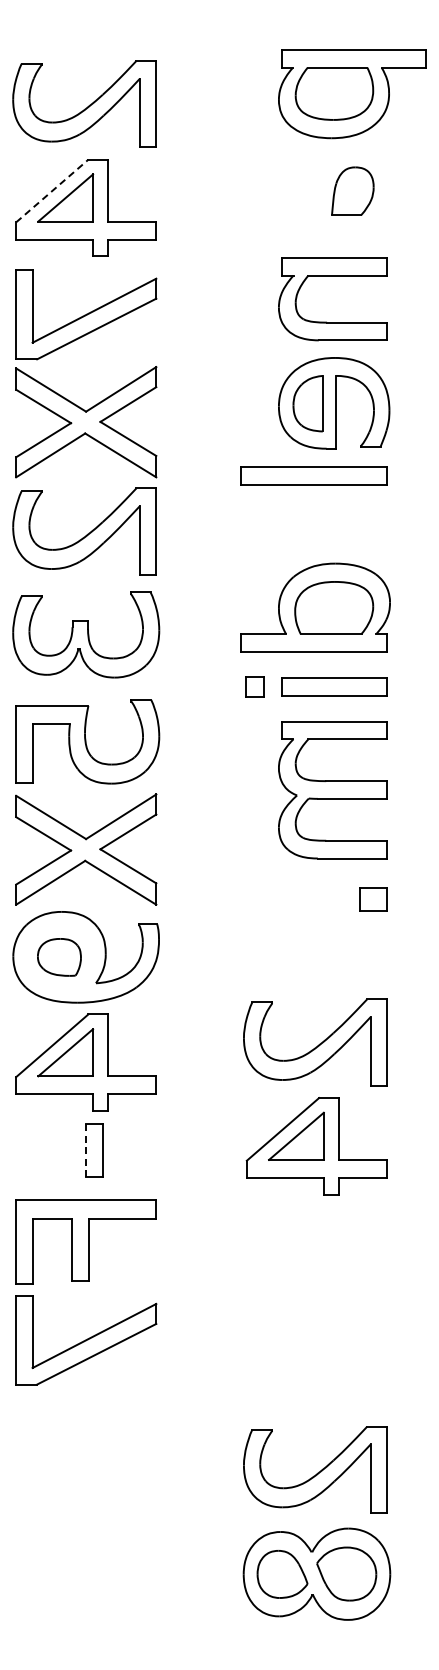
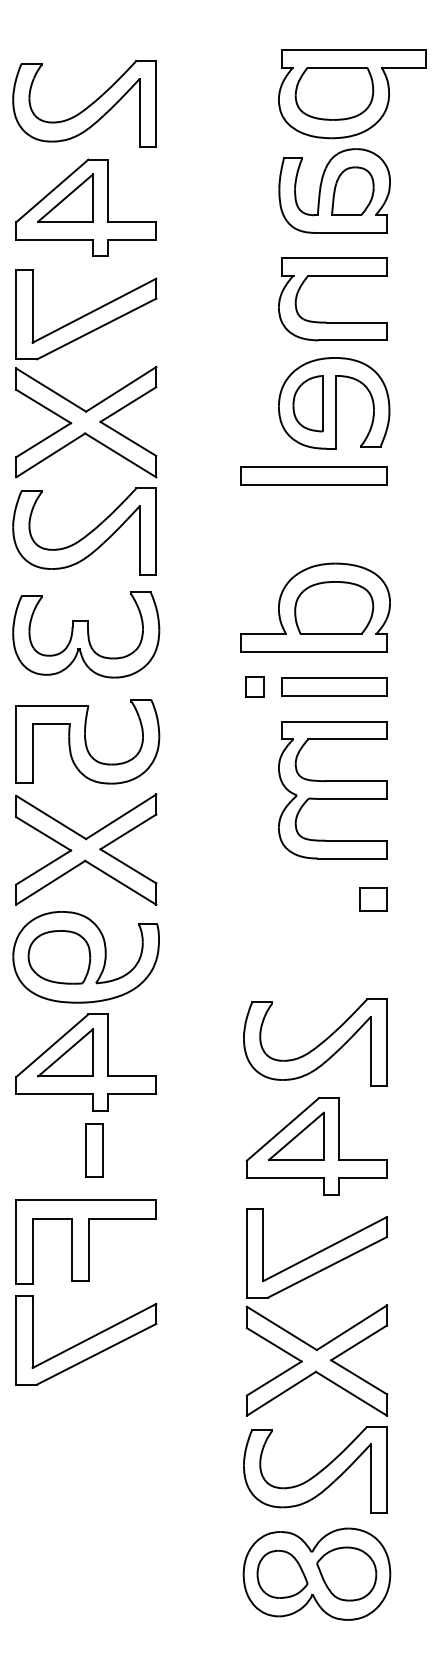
part at (334, 190): none -> present
line at (52, 191): dashed -> solid
part at (59, 957) size: 45x39 px -> 65x55 px
line at (86, 1150): dashed -> solid
part at (300, 1338): none -> present
